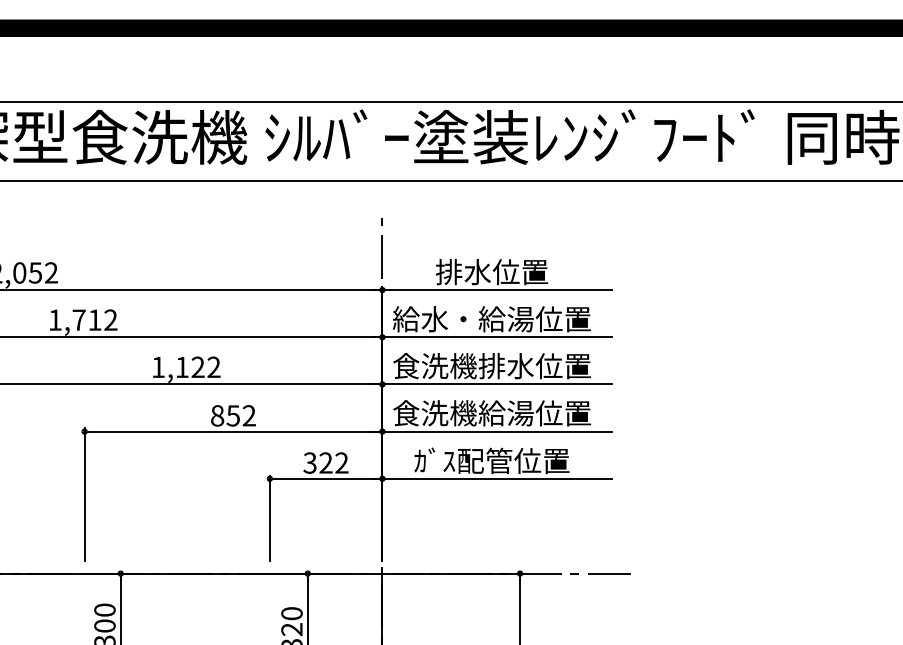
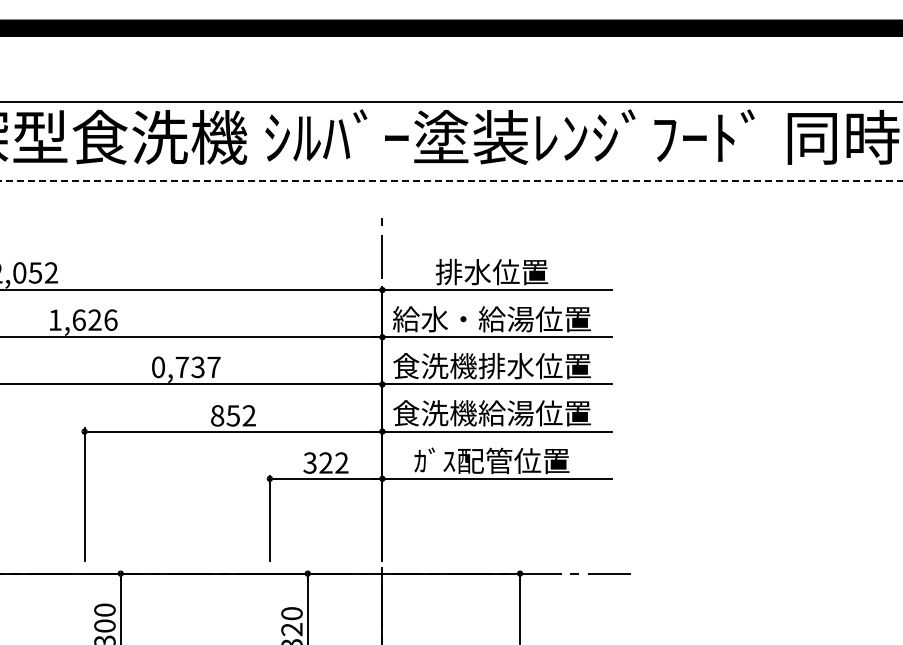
line at (451, 180): solid -> dashed
text at (94, 319): 1,712 -> 1,626
text at (186, 367): 1,122 -> 0,737
